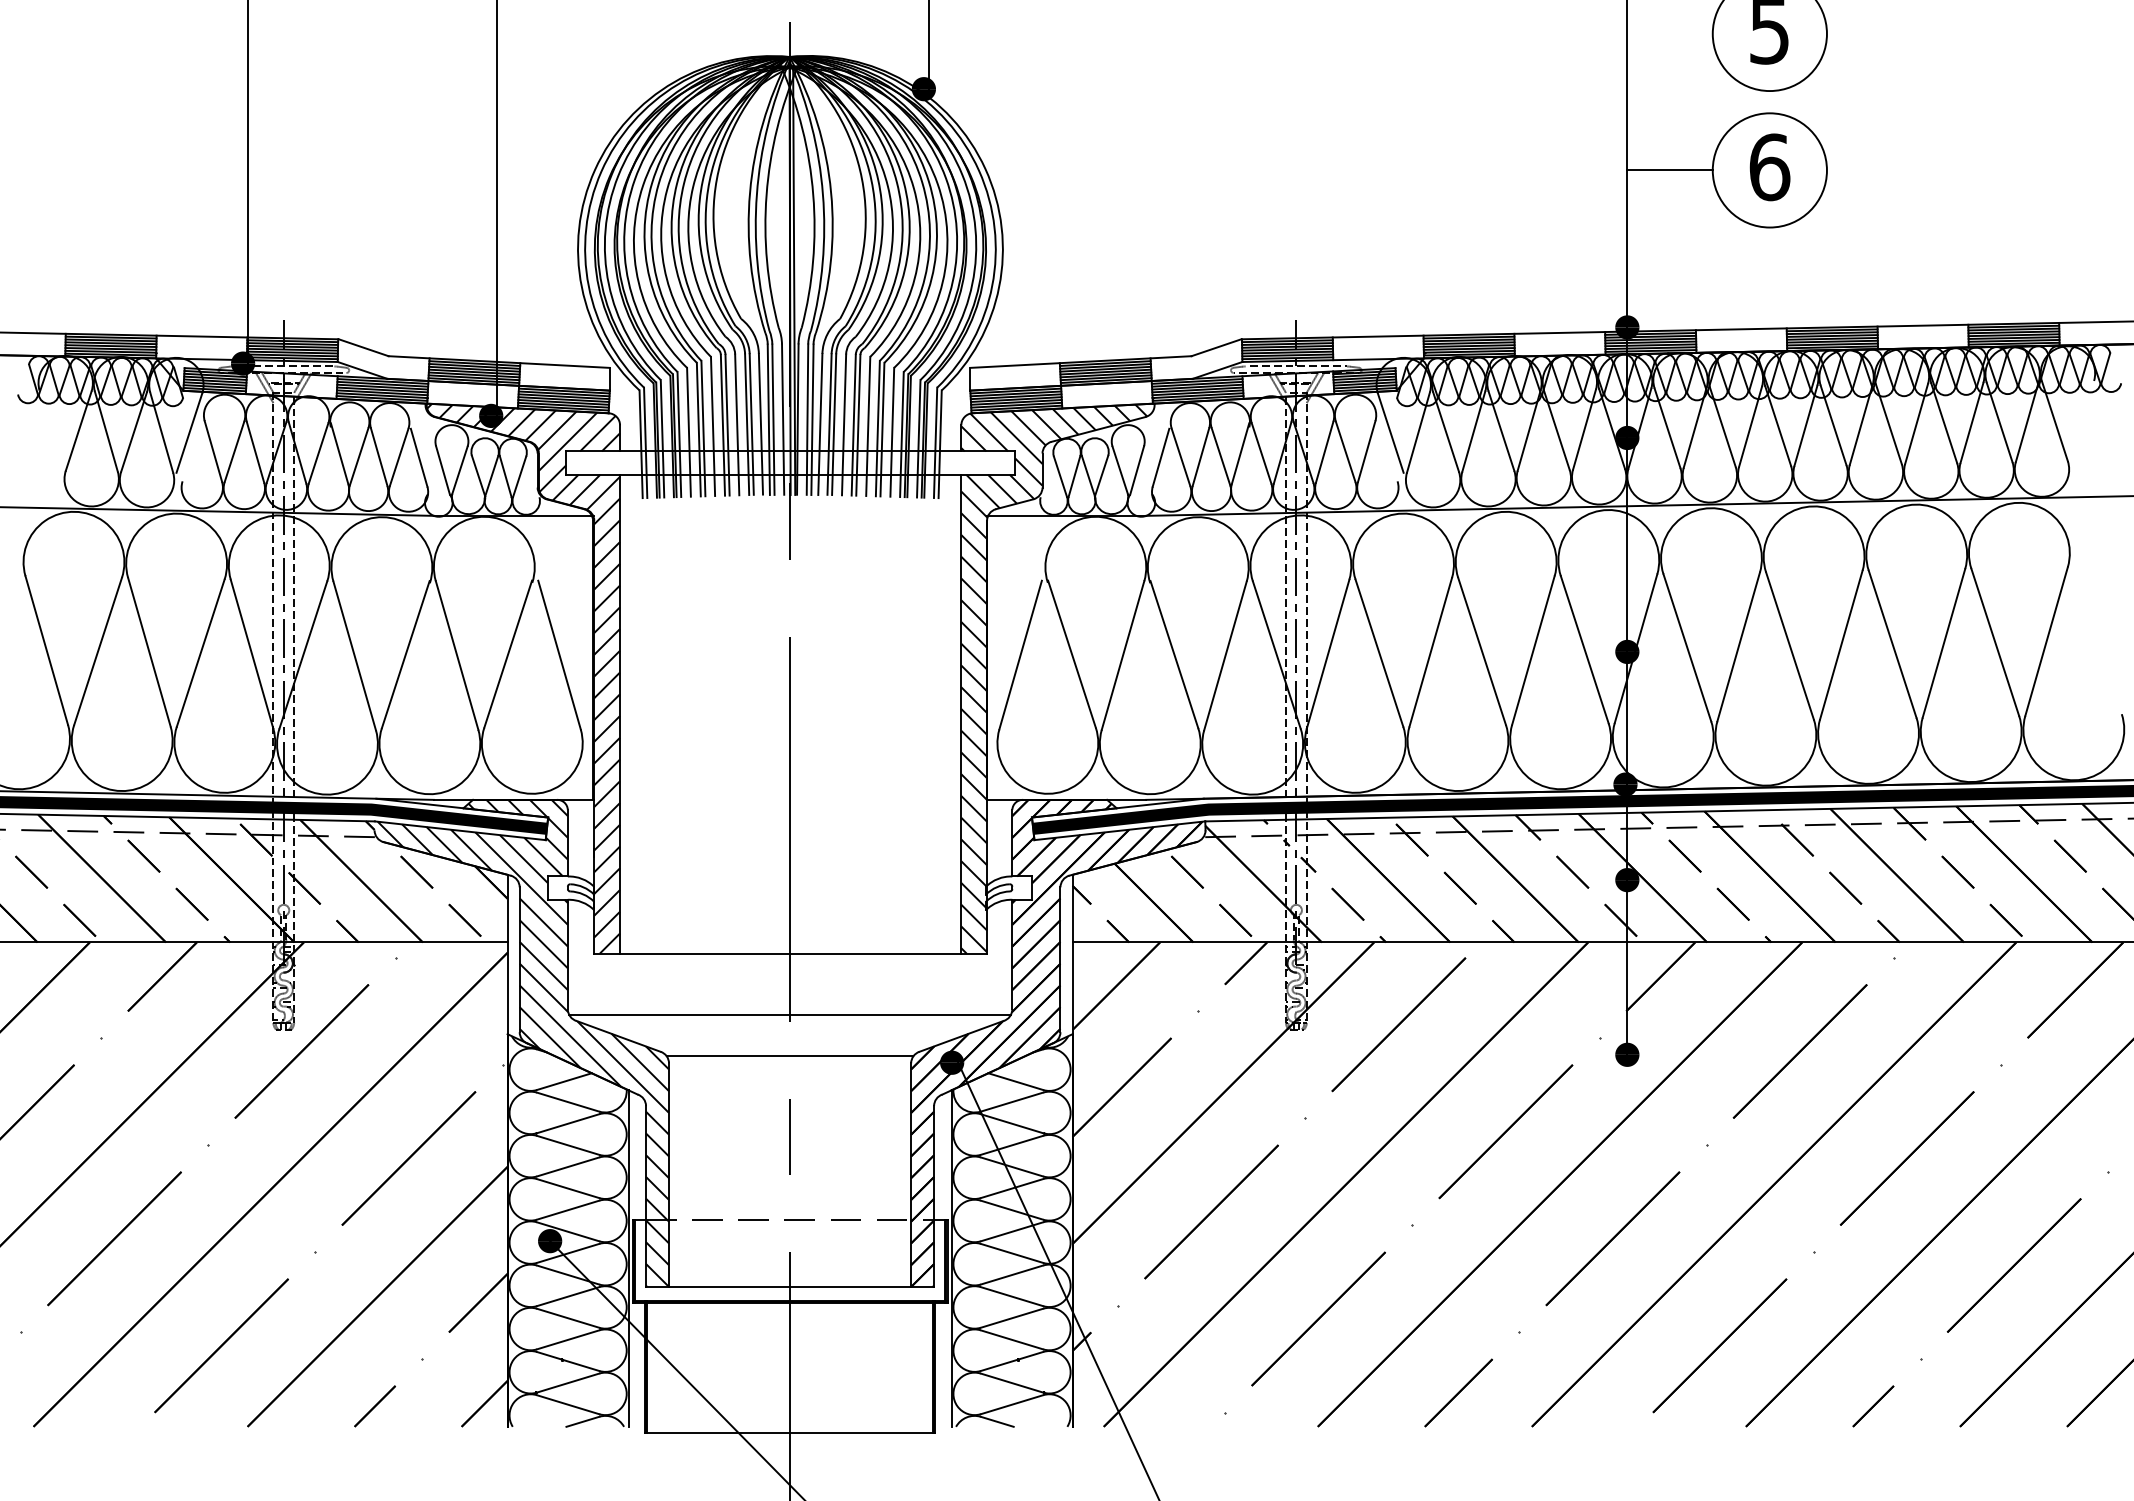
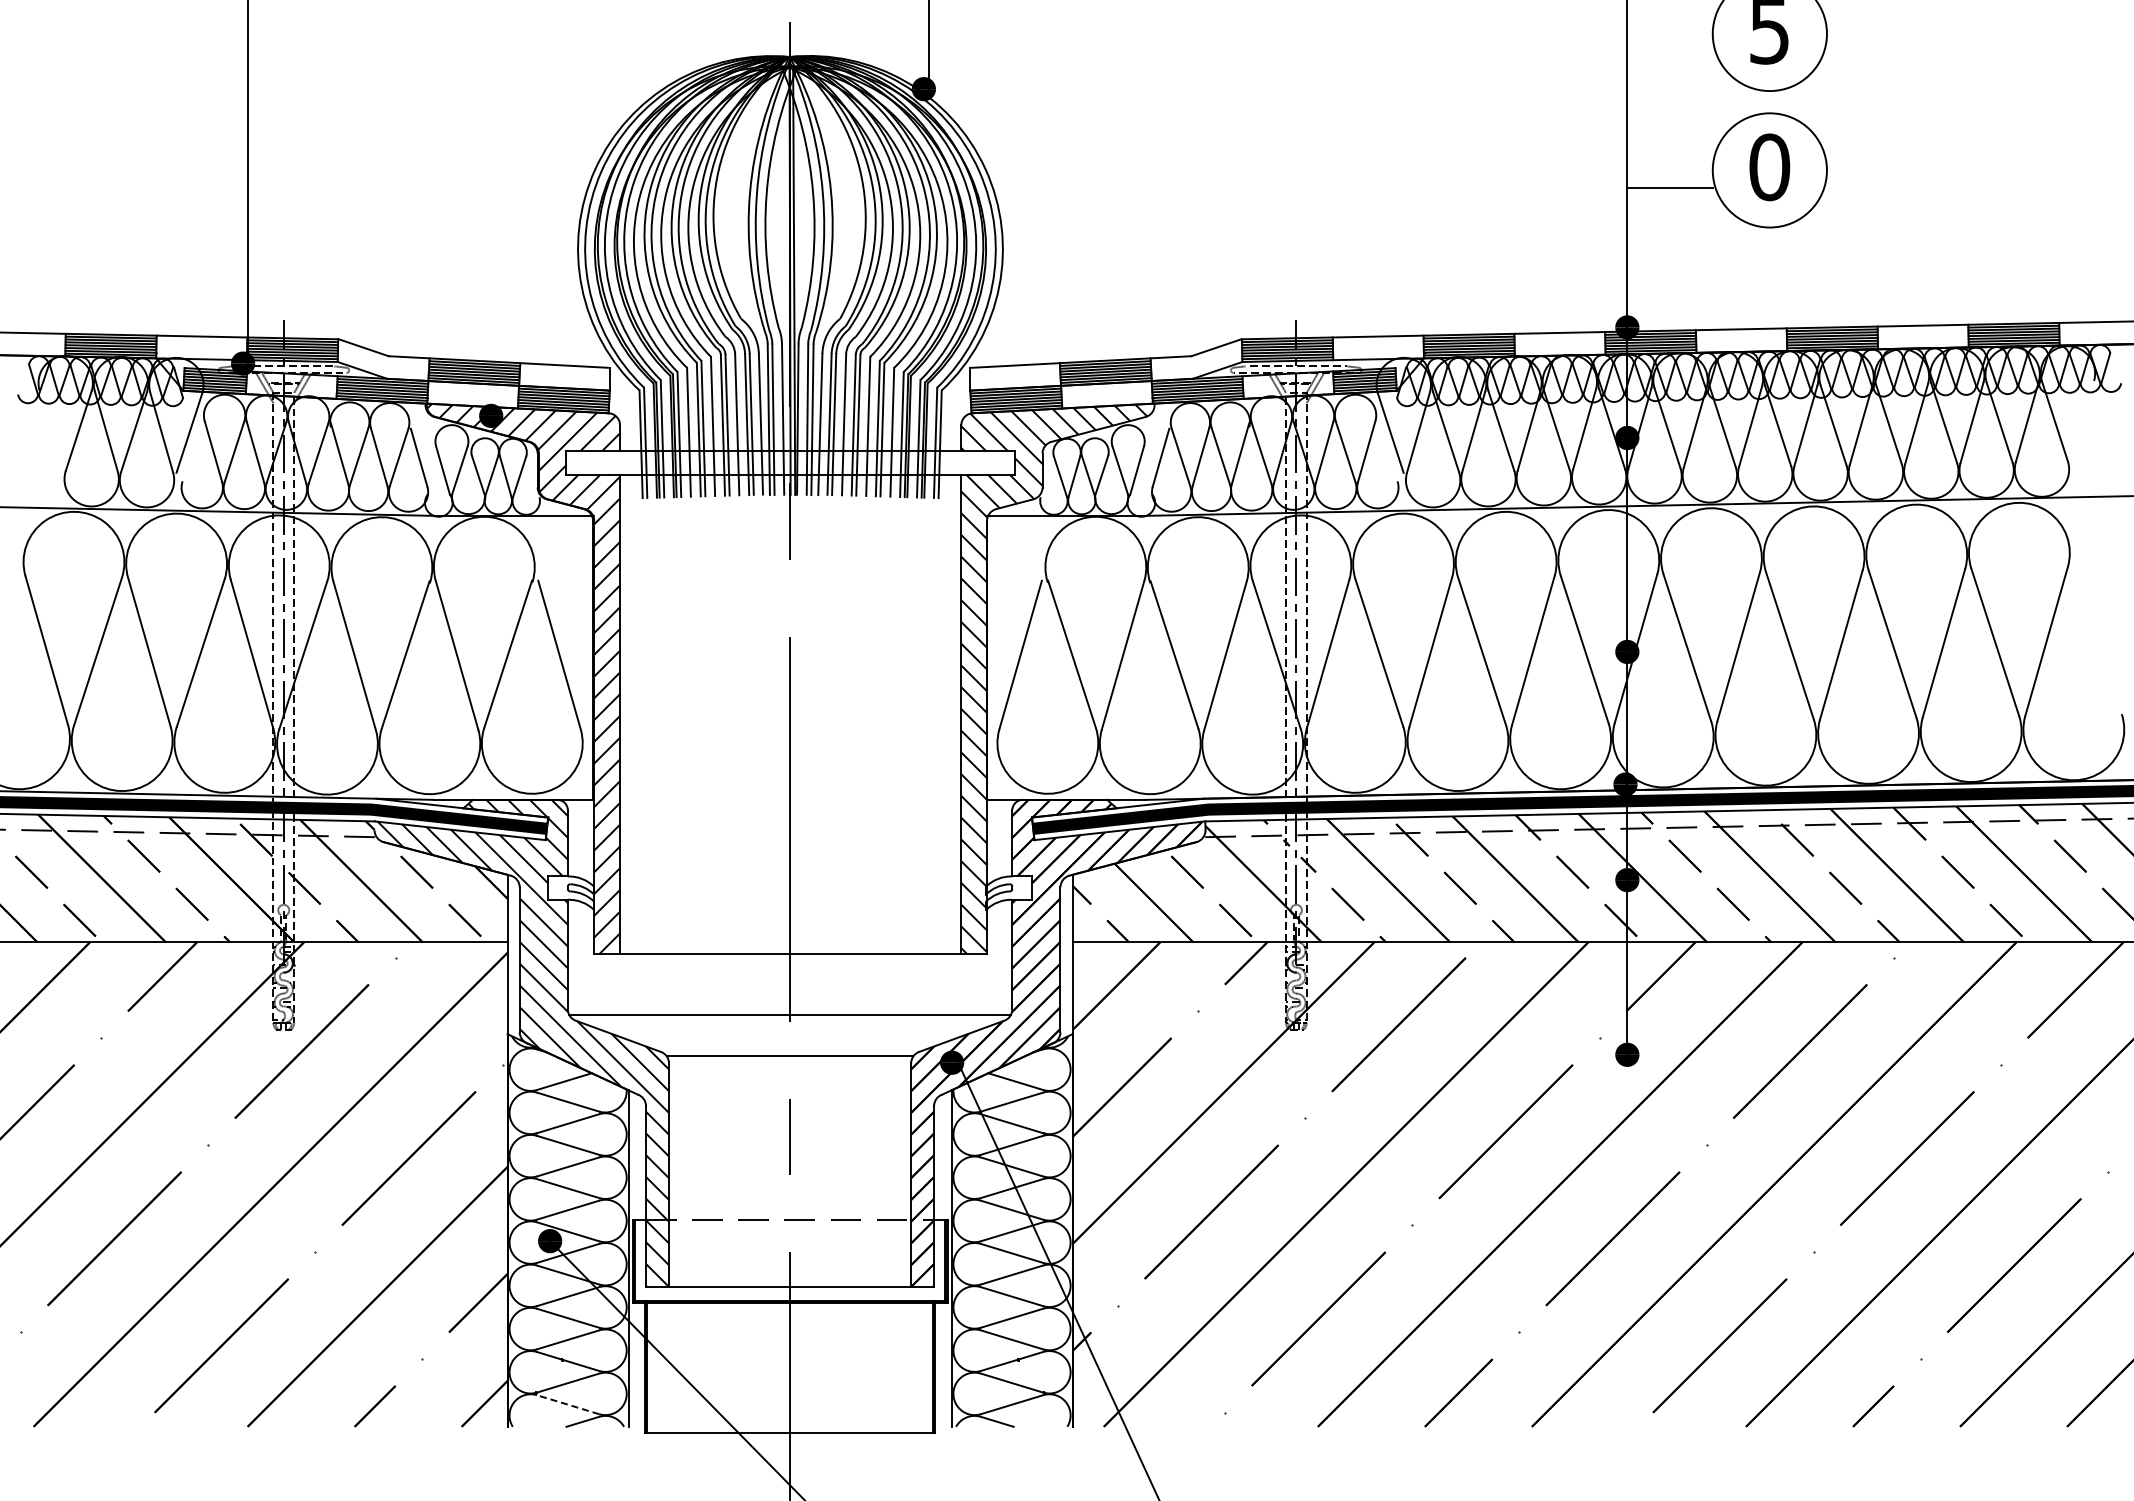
text at (1769, 167): 6 -> 0
line at (1669, 170) position: (1669, 170) -> (1669, 188)
line at (496, 210): present -> none
line at (568, 1404): solid -> dashed
